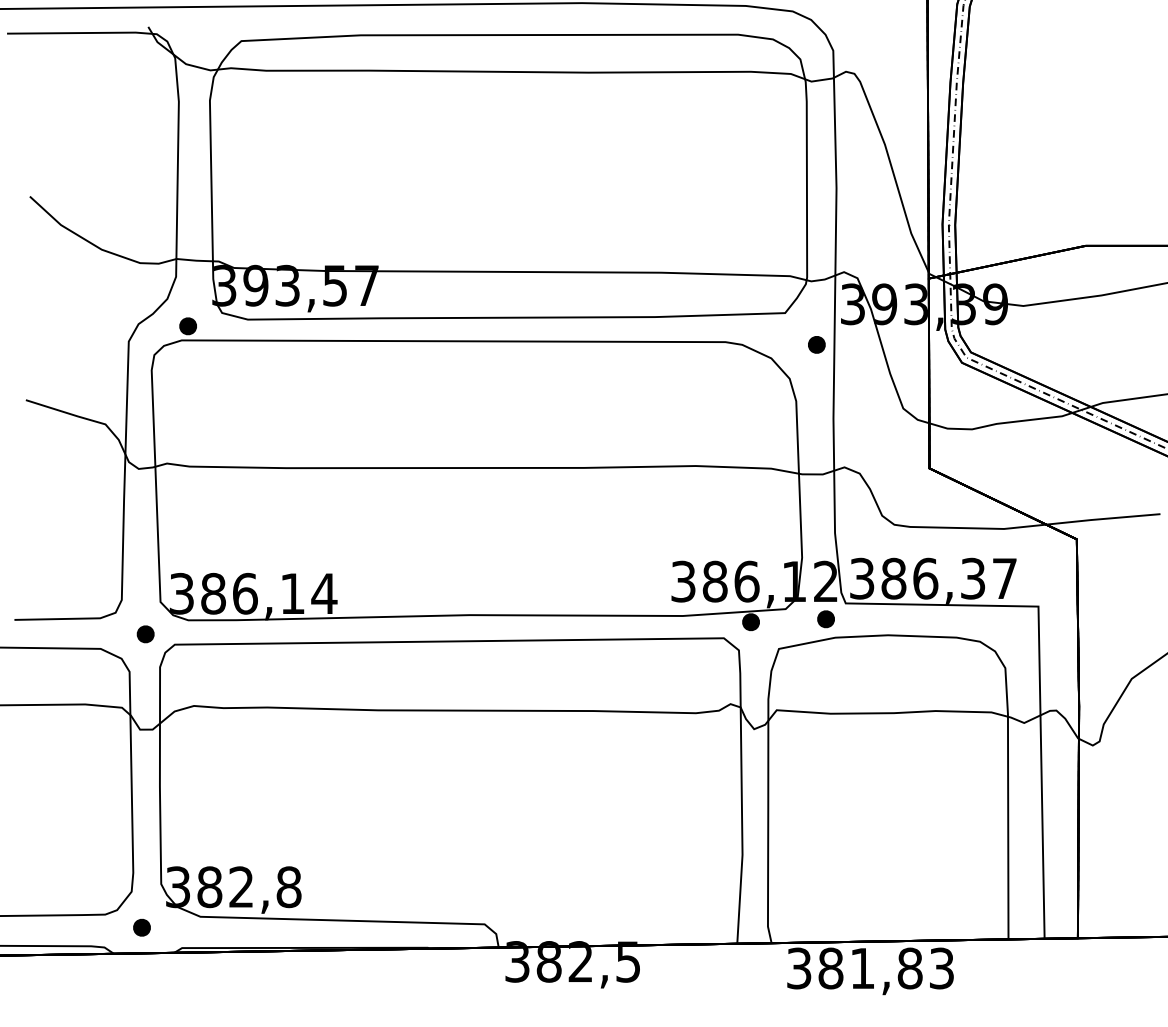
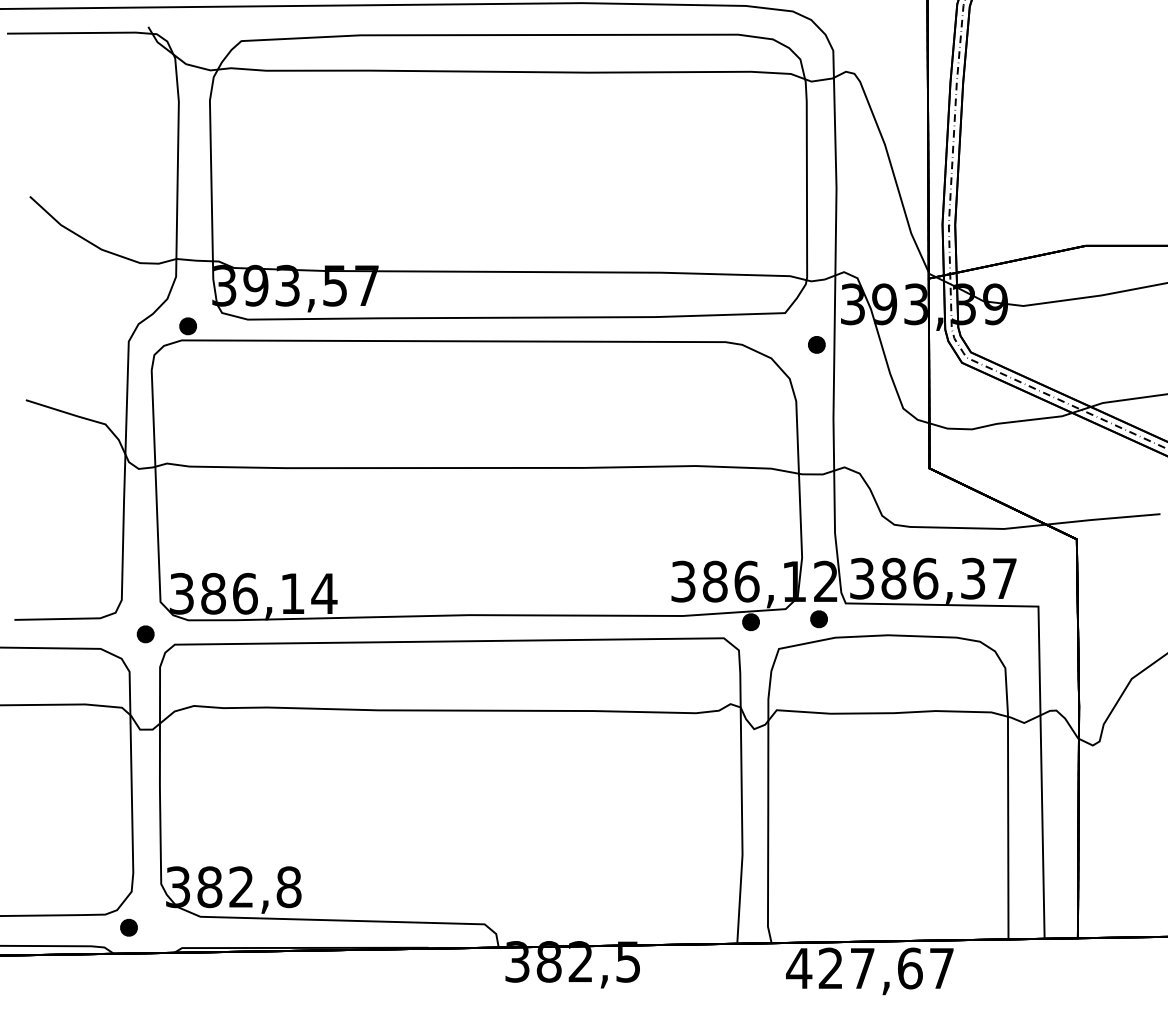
part at (825, 619) position: (825, 619) -> (818, 619)
part at (141, 927) position: (141, 927) -> (128, 927)
text at (869, 968): 381,83 -> 427,67
